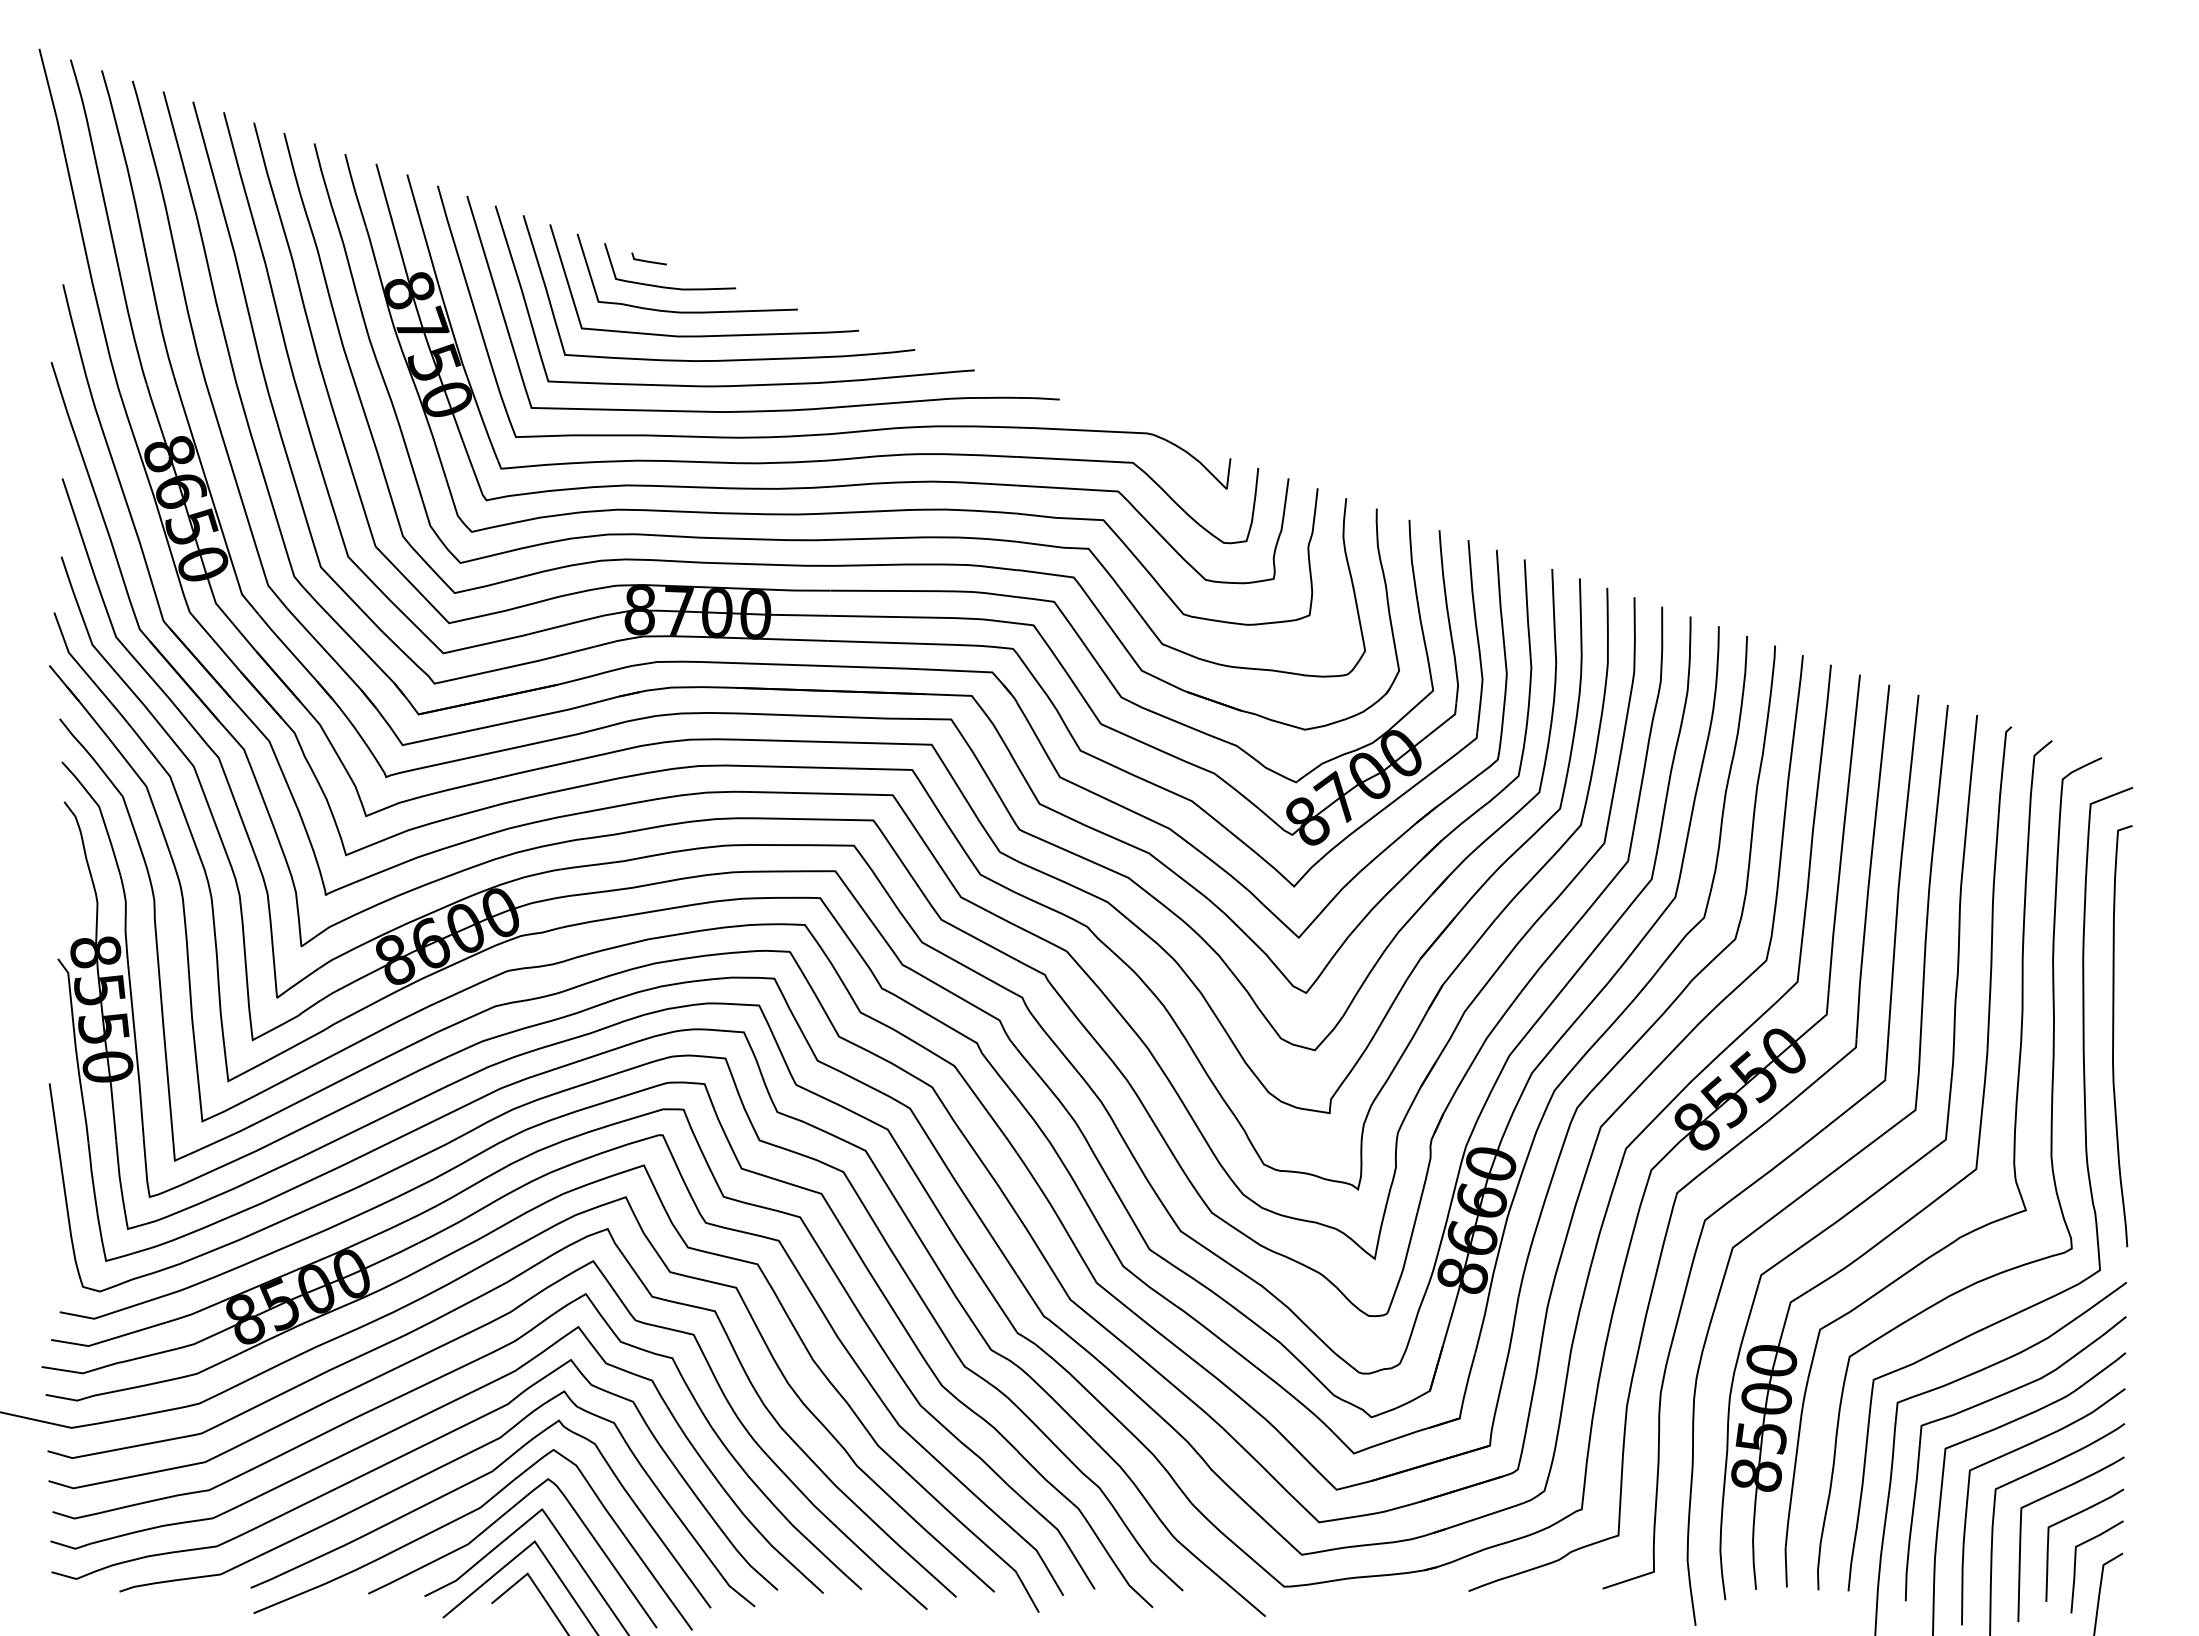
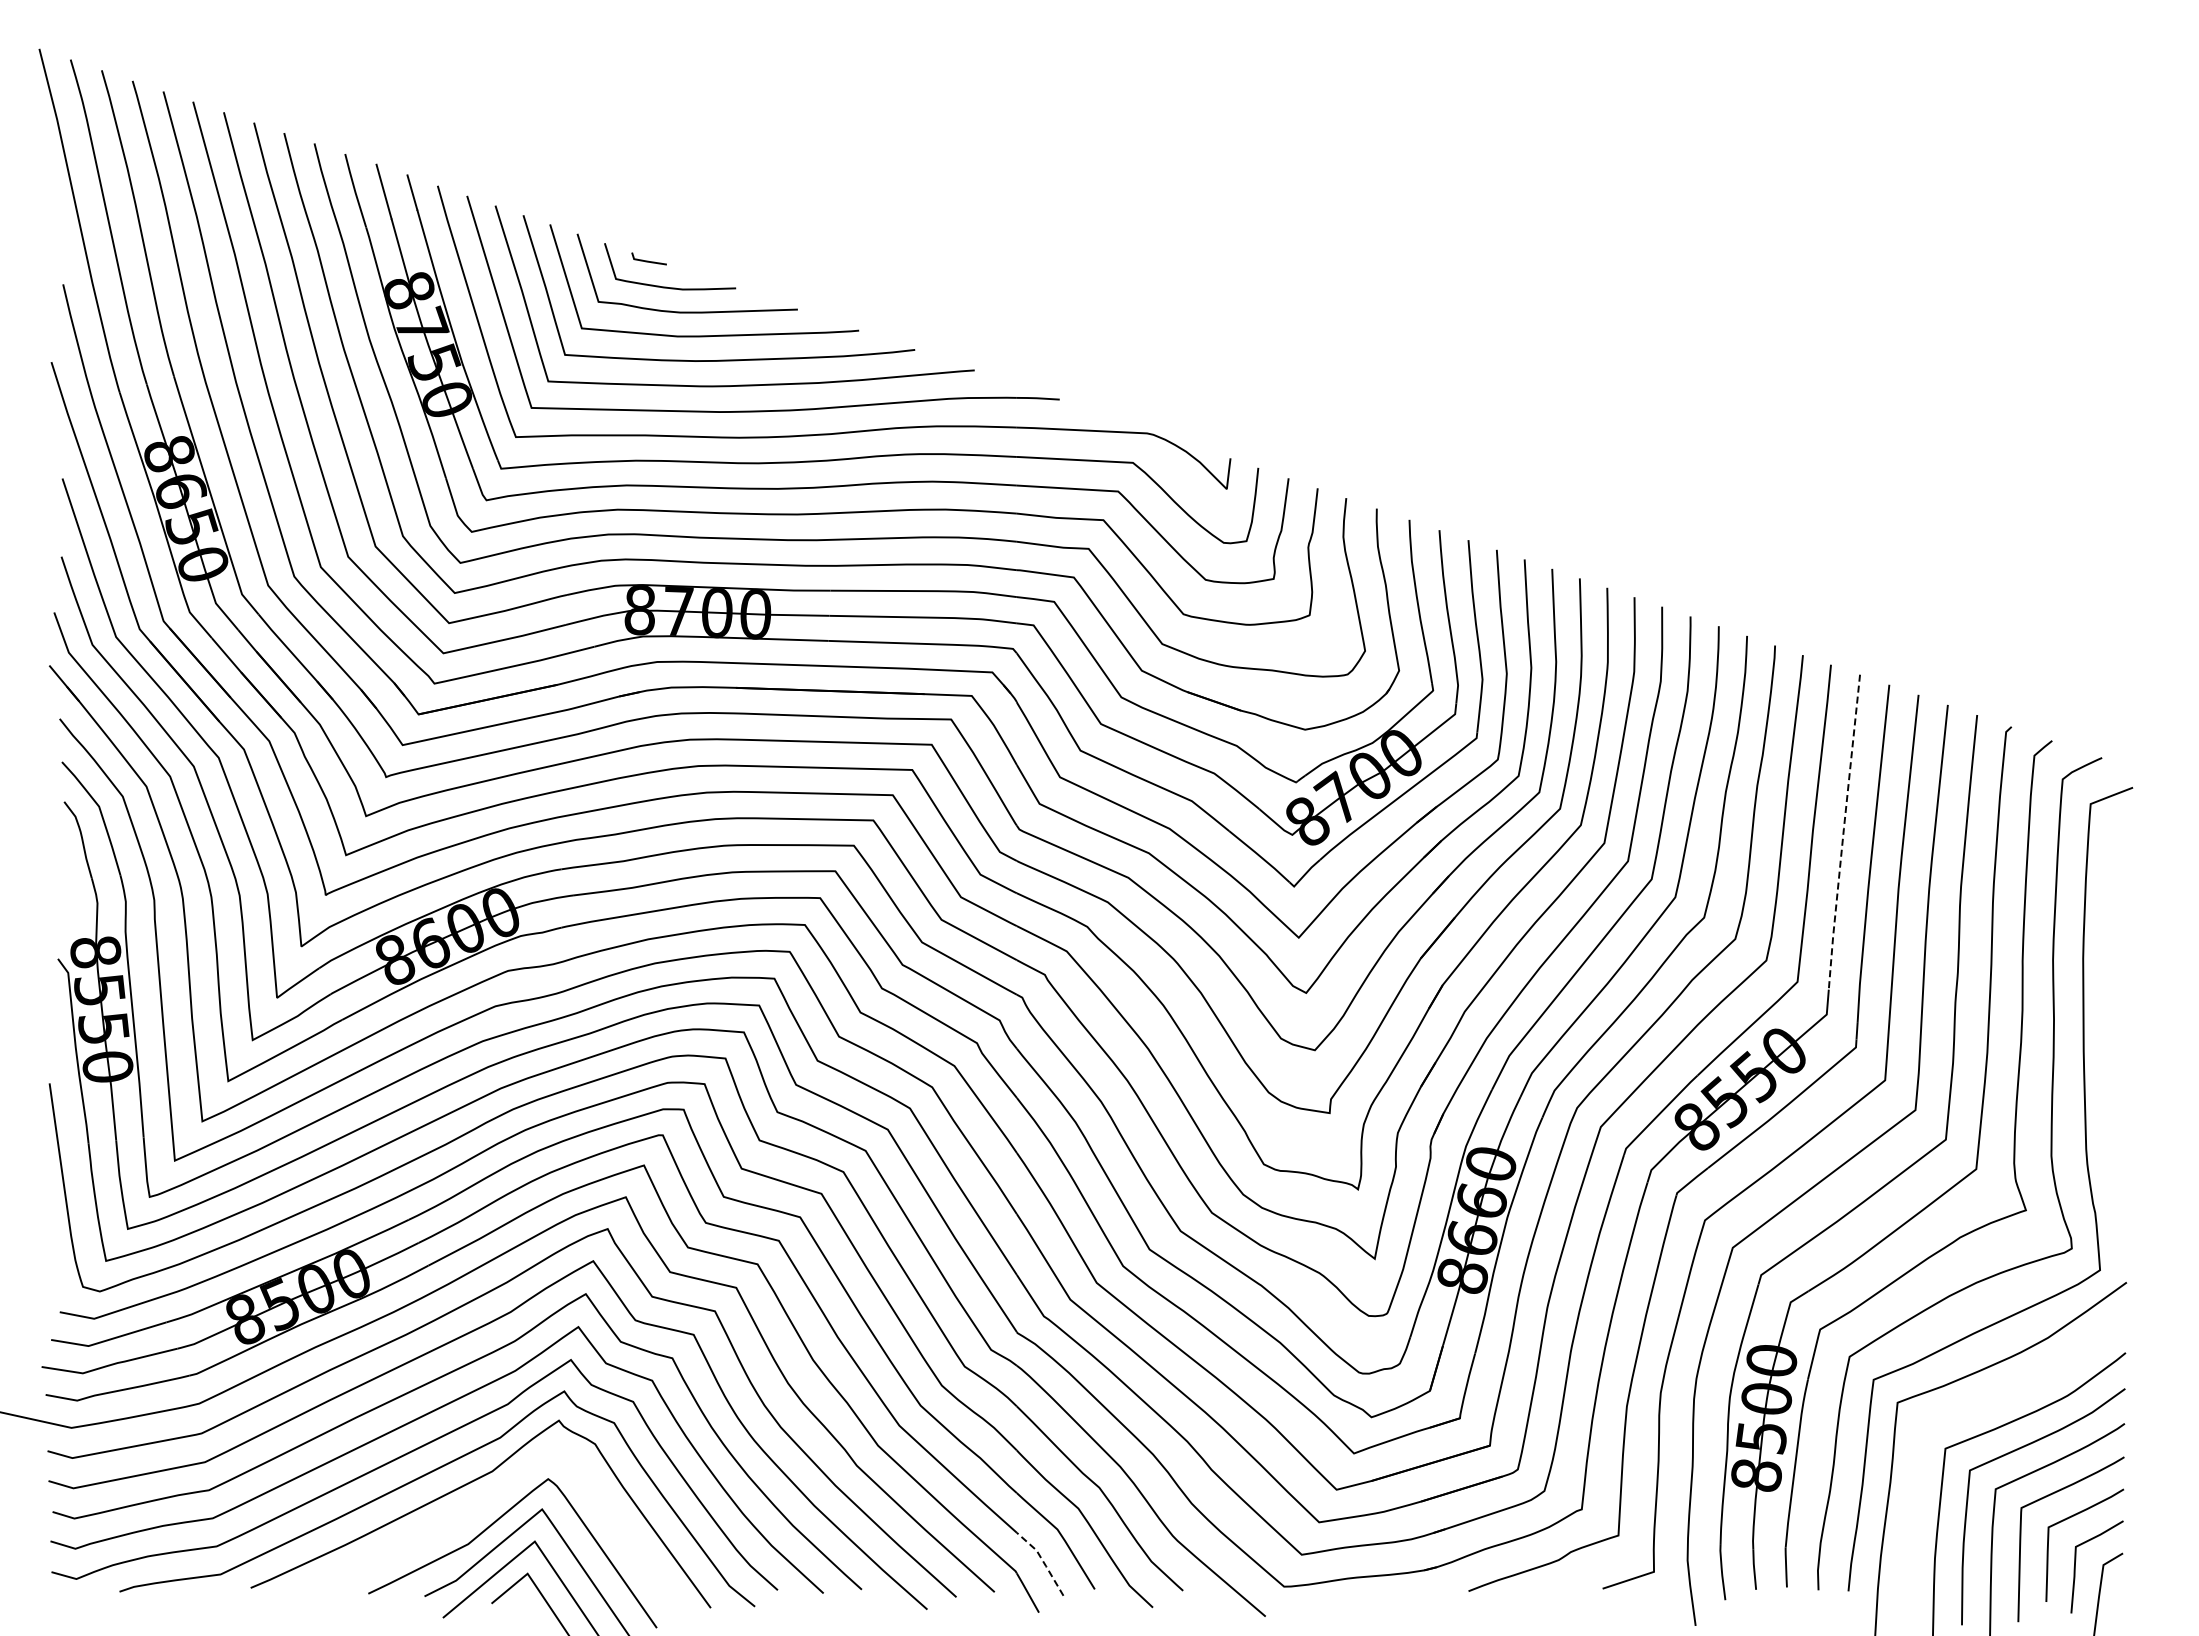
line at (1843, 832): solid -> dashed
curve at (2114, 1034): present -> none
curve at (1994, 1399): present -> none
curve at (461, 1518): present -> none
line at (1043, 1561): solid -> dashed
